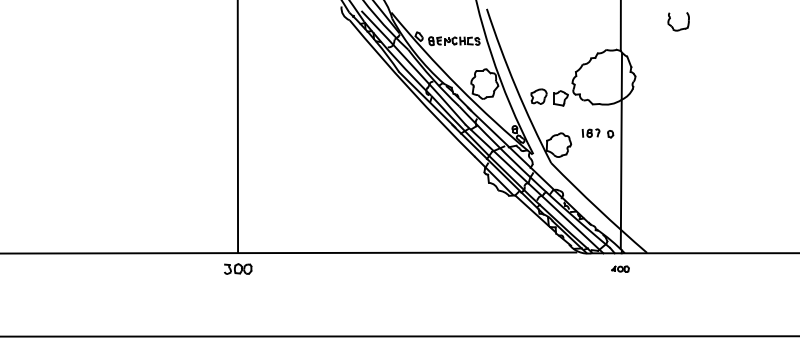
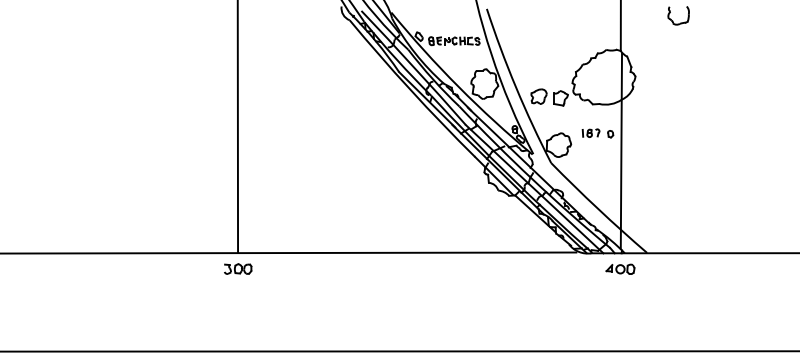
part at (680, 28) position: (680, 28) -> (680, 22)
part at (620, 268) size: 19x8 px -> 31x12 px
line at (399, 336) position: (399, 336) -> (399, 351)
